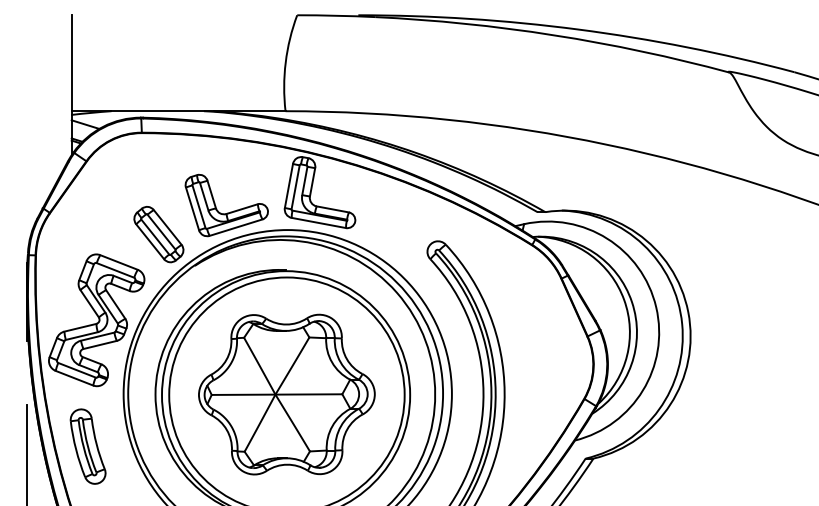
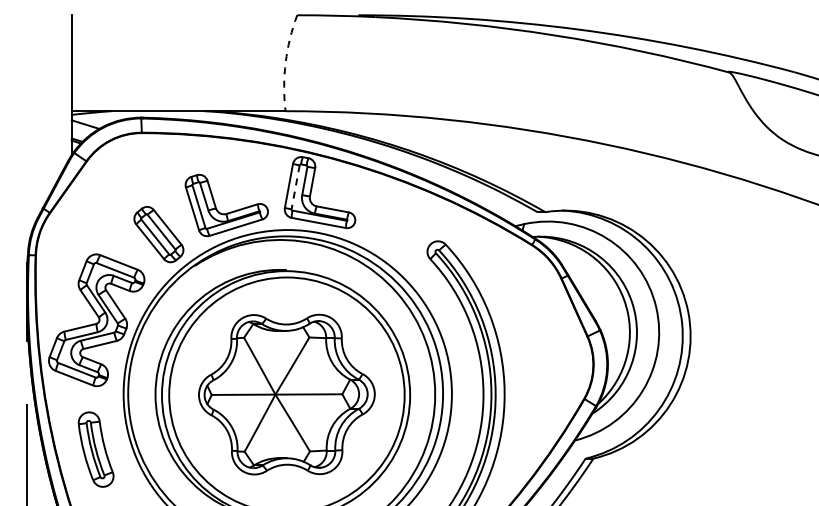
arc at (285, 62): solid -> dashed
line at (295, 187): solid -> dashed
part at (87, 446) position: (87, 446) -> (95, 449)
